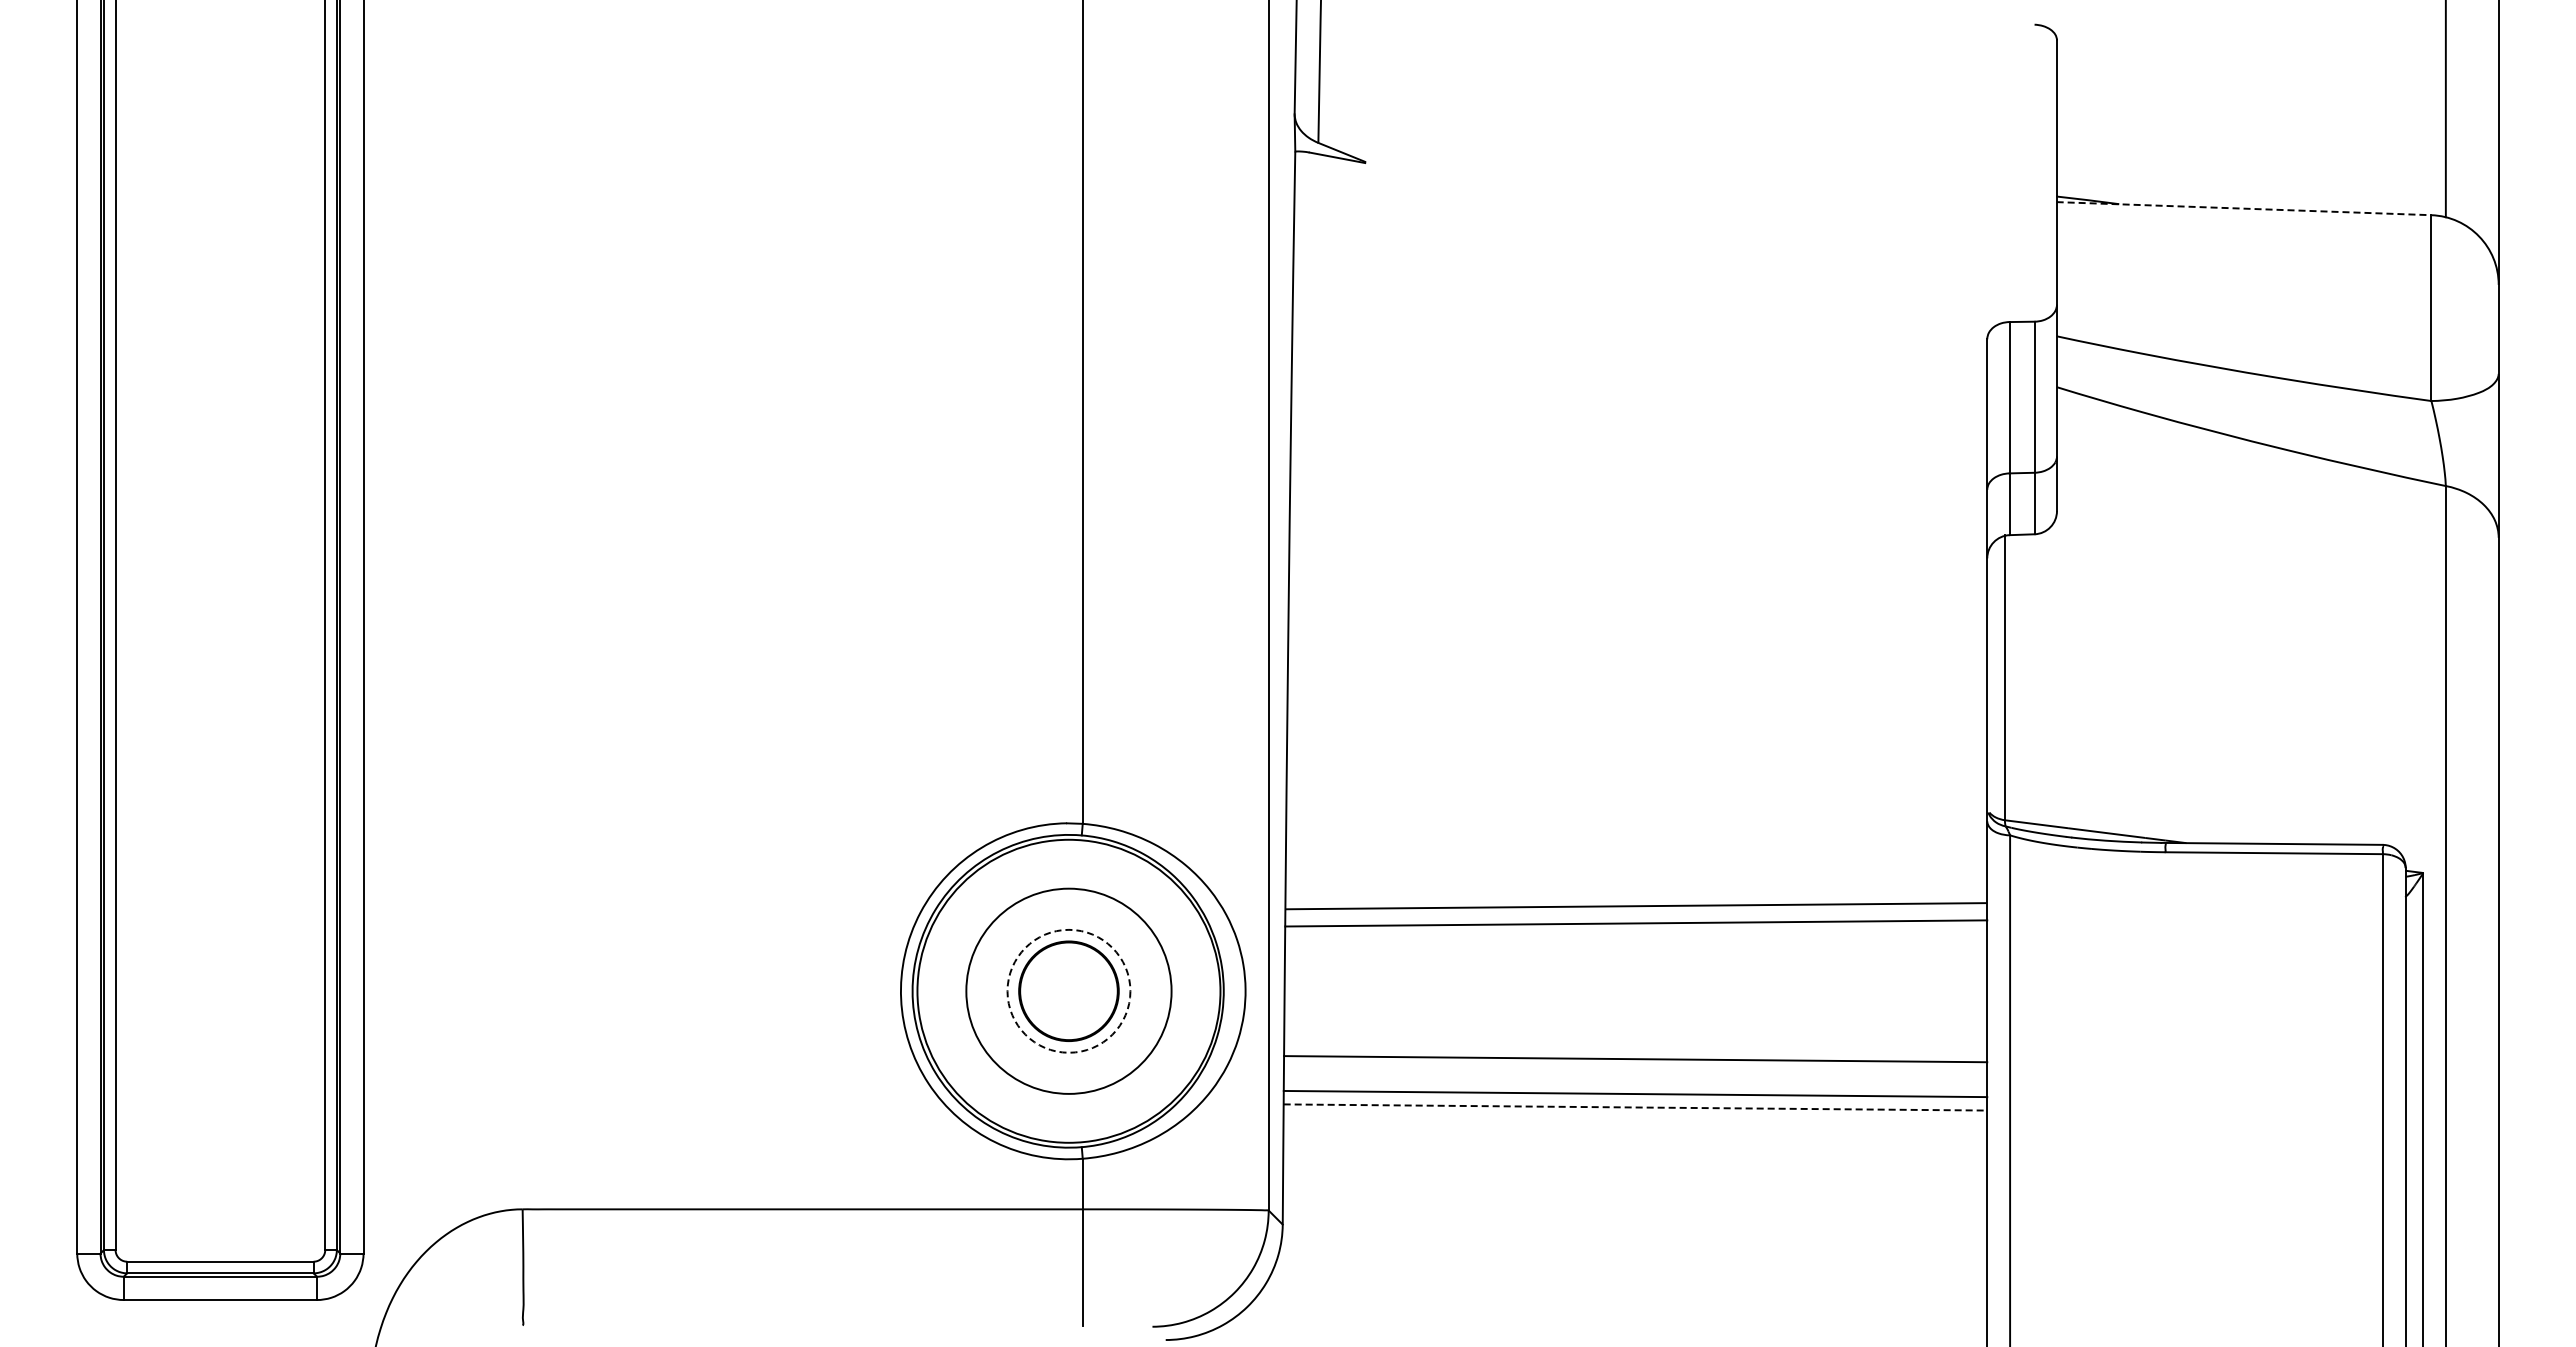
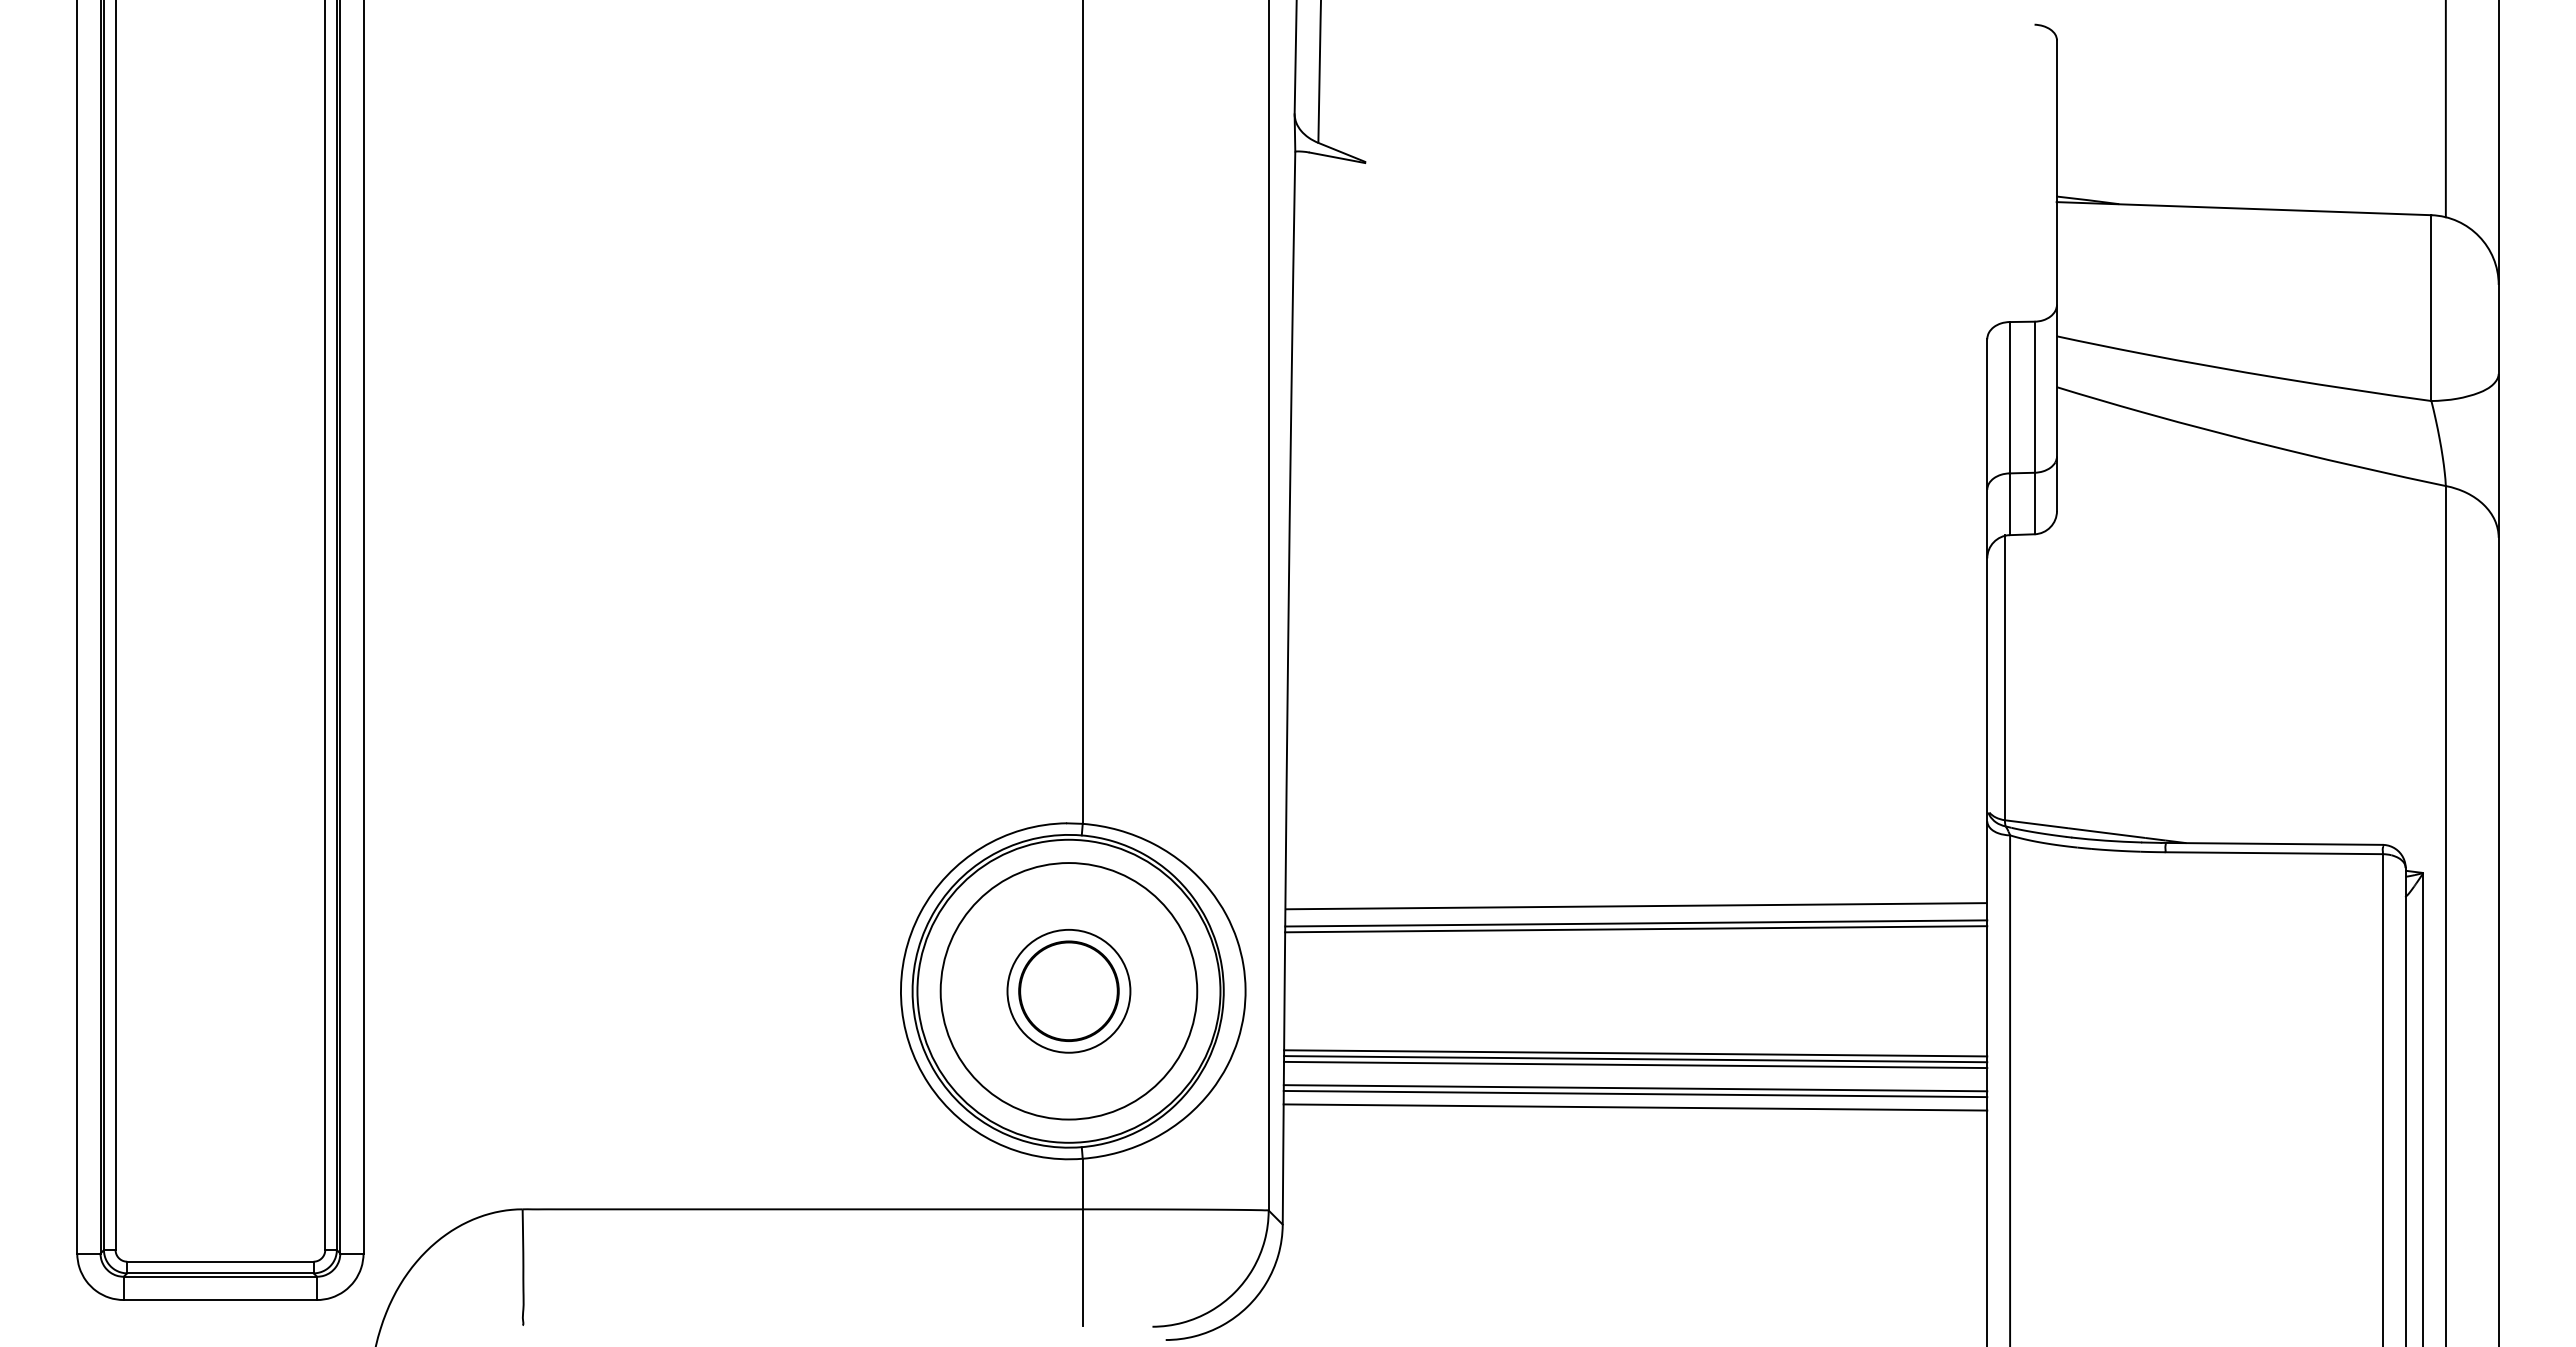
line at (2244, 208): dashed -> solid
line at (1636, 929): none -> present
circle at (1068, 990) diameter: 205 px -> 257 px
circle at (1068, 990): dashed -> solid
line at (1635, 1053): none -> present
line at (1635, 1064): none -> present
line at (1635, 1088): none -> present
line at (1635, 1107): dashed -> solid
